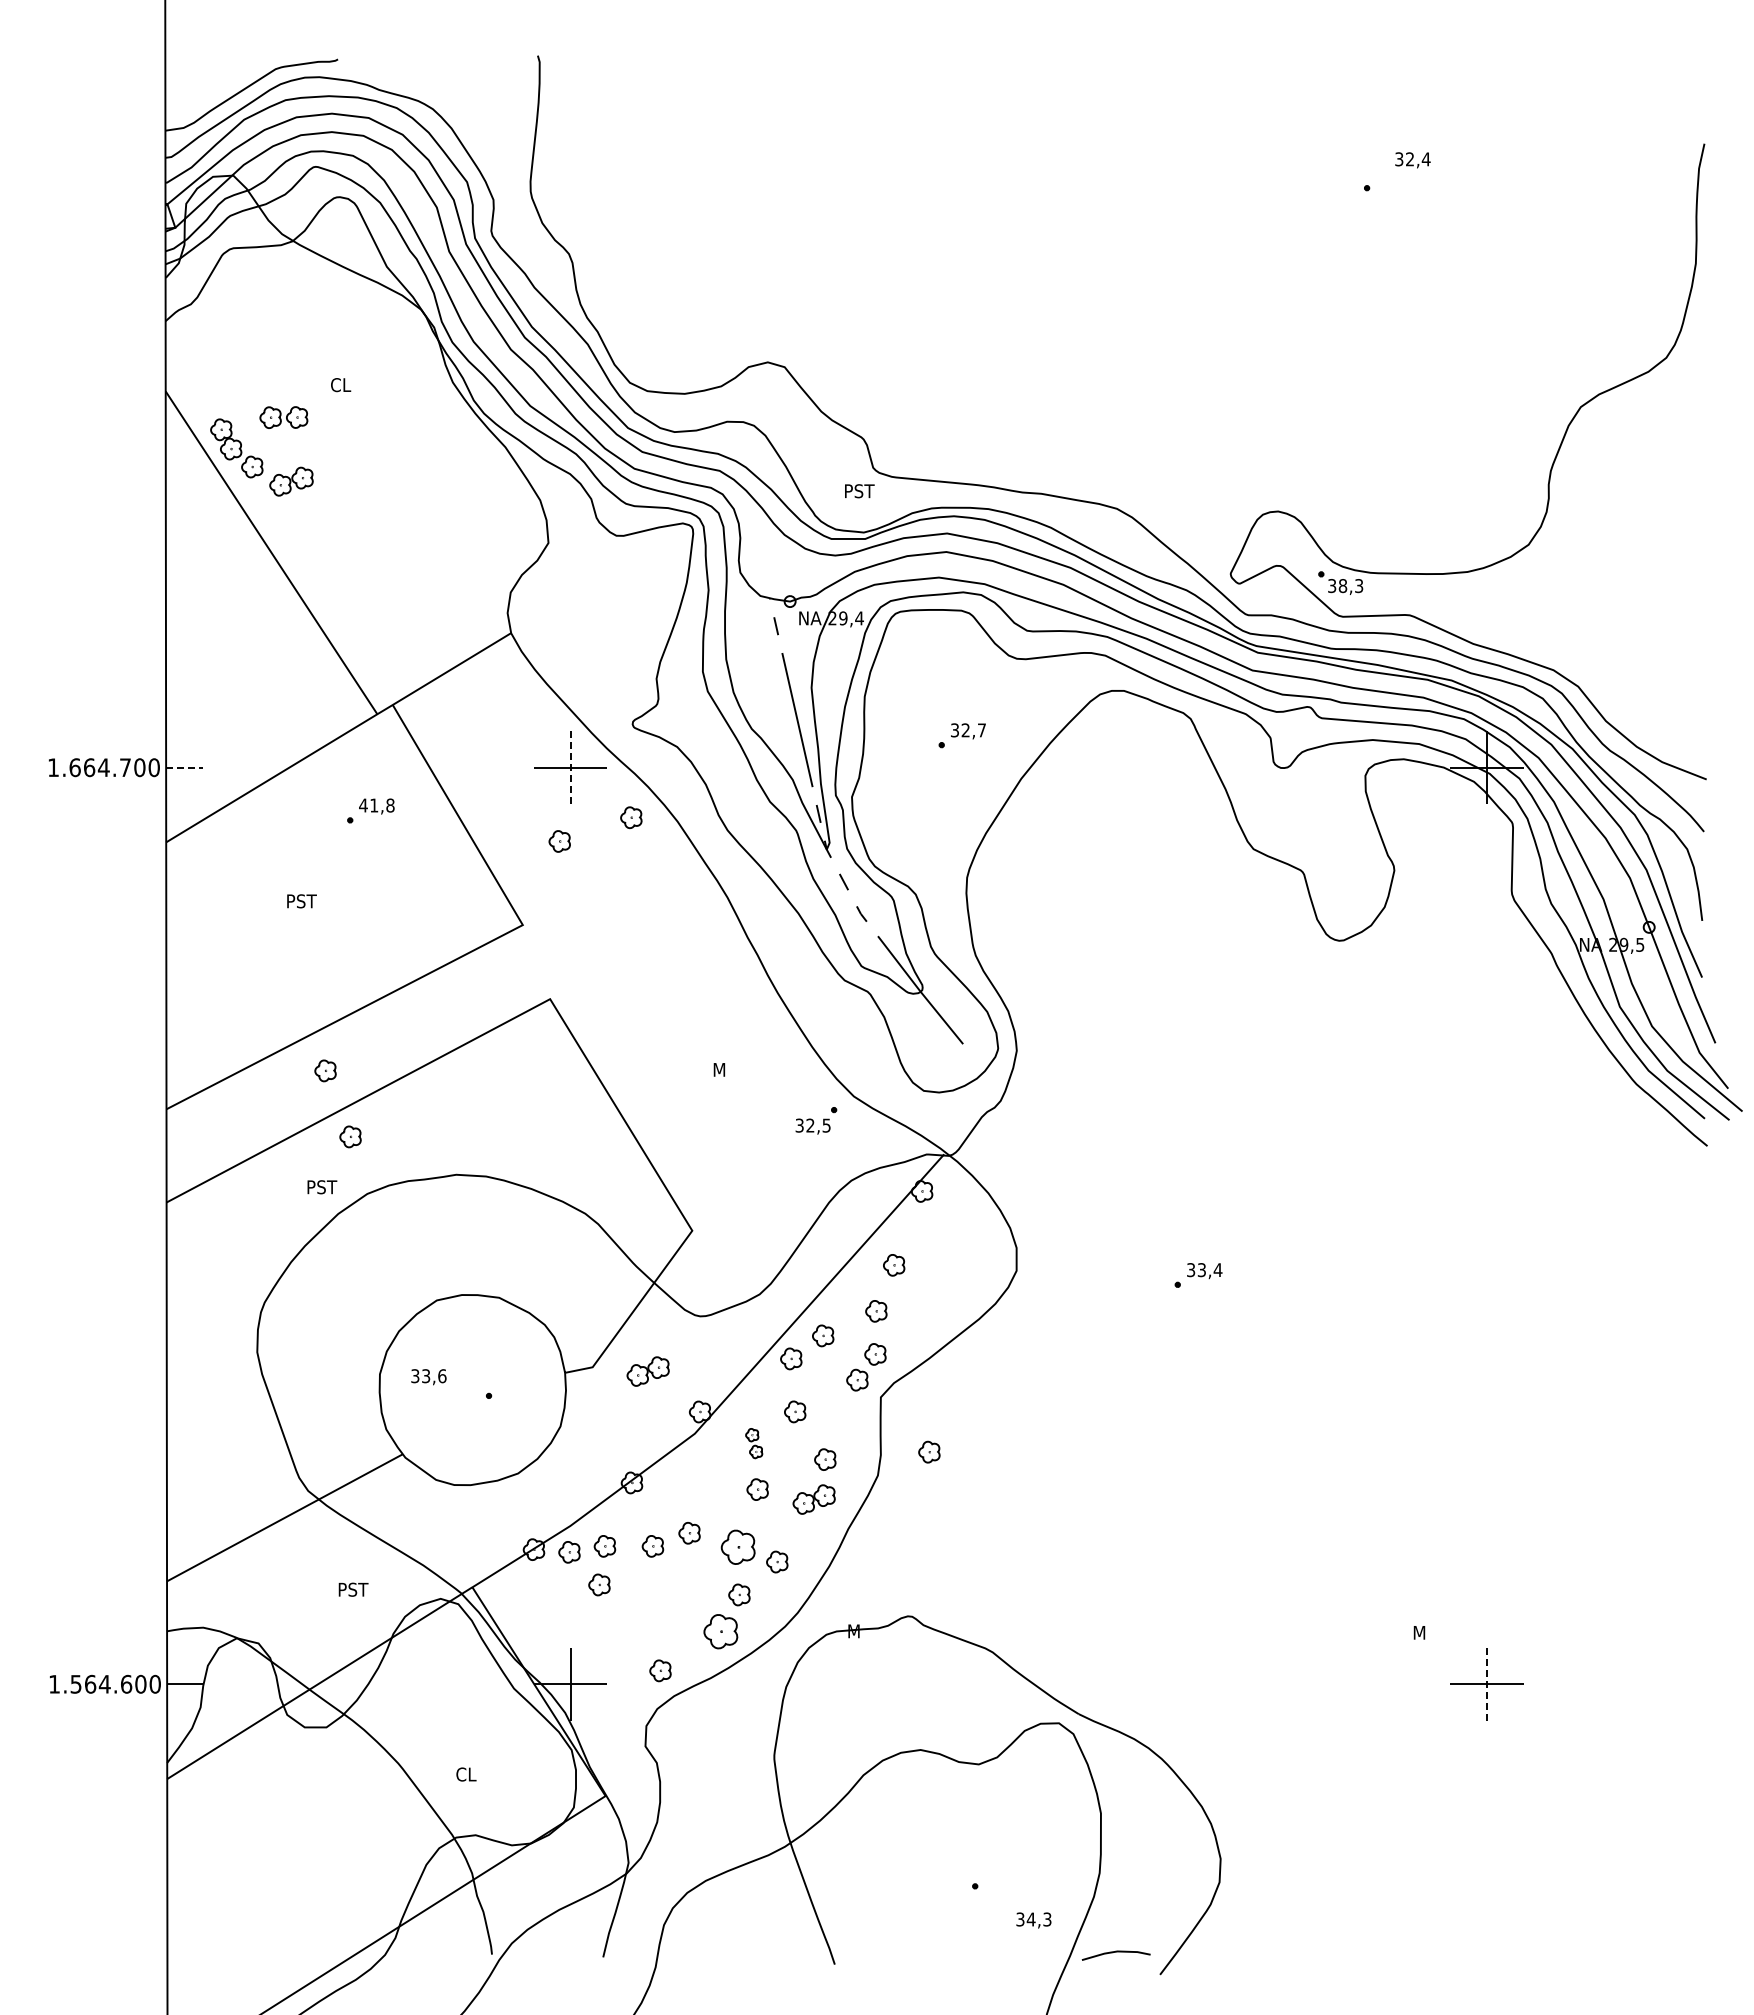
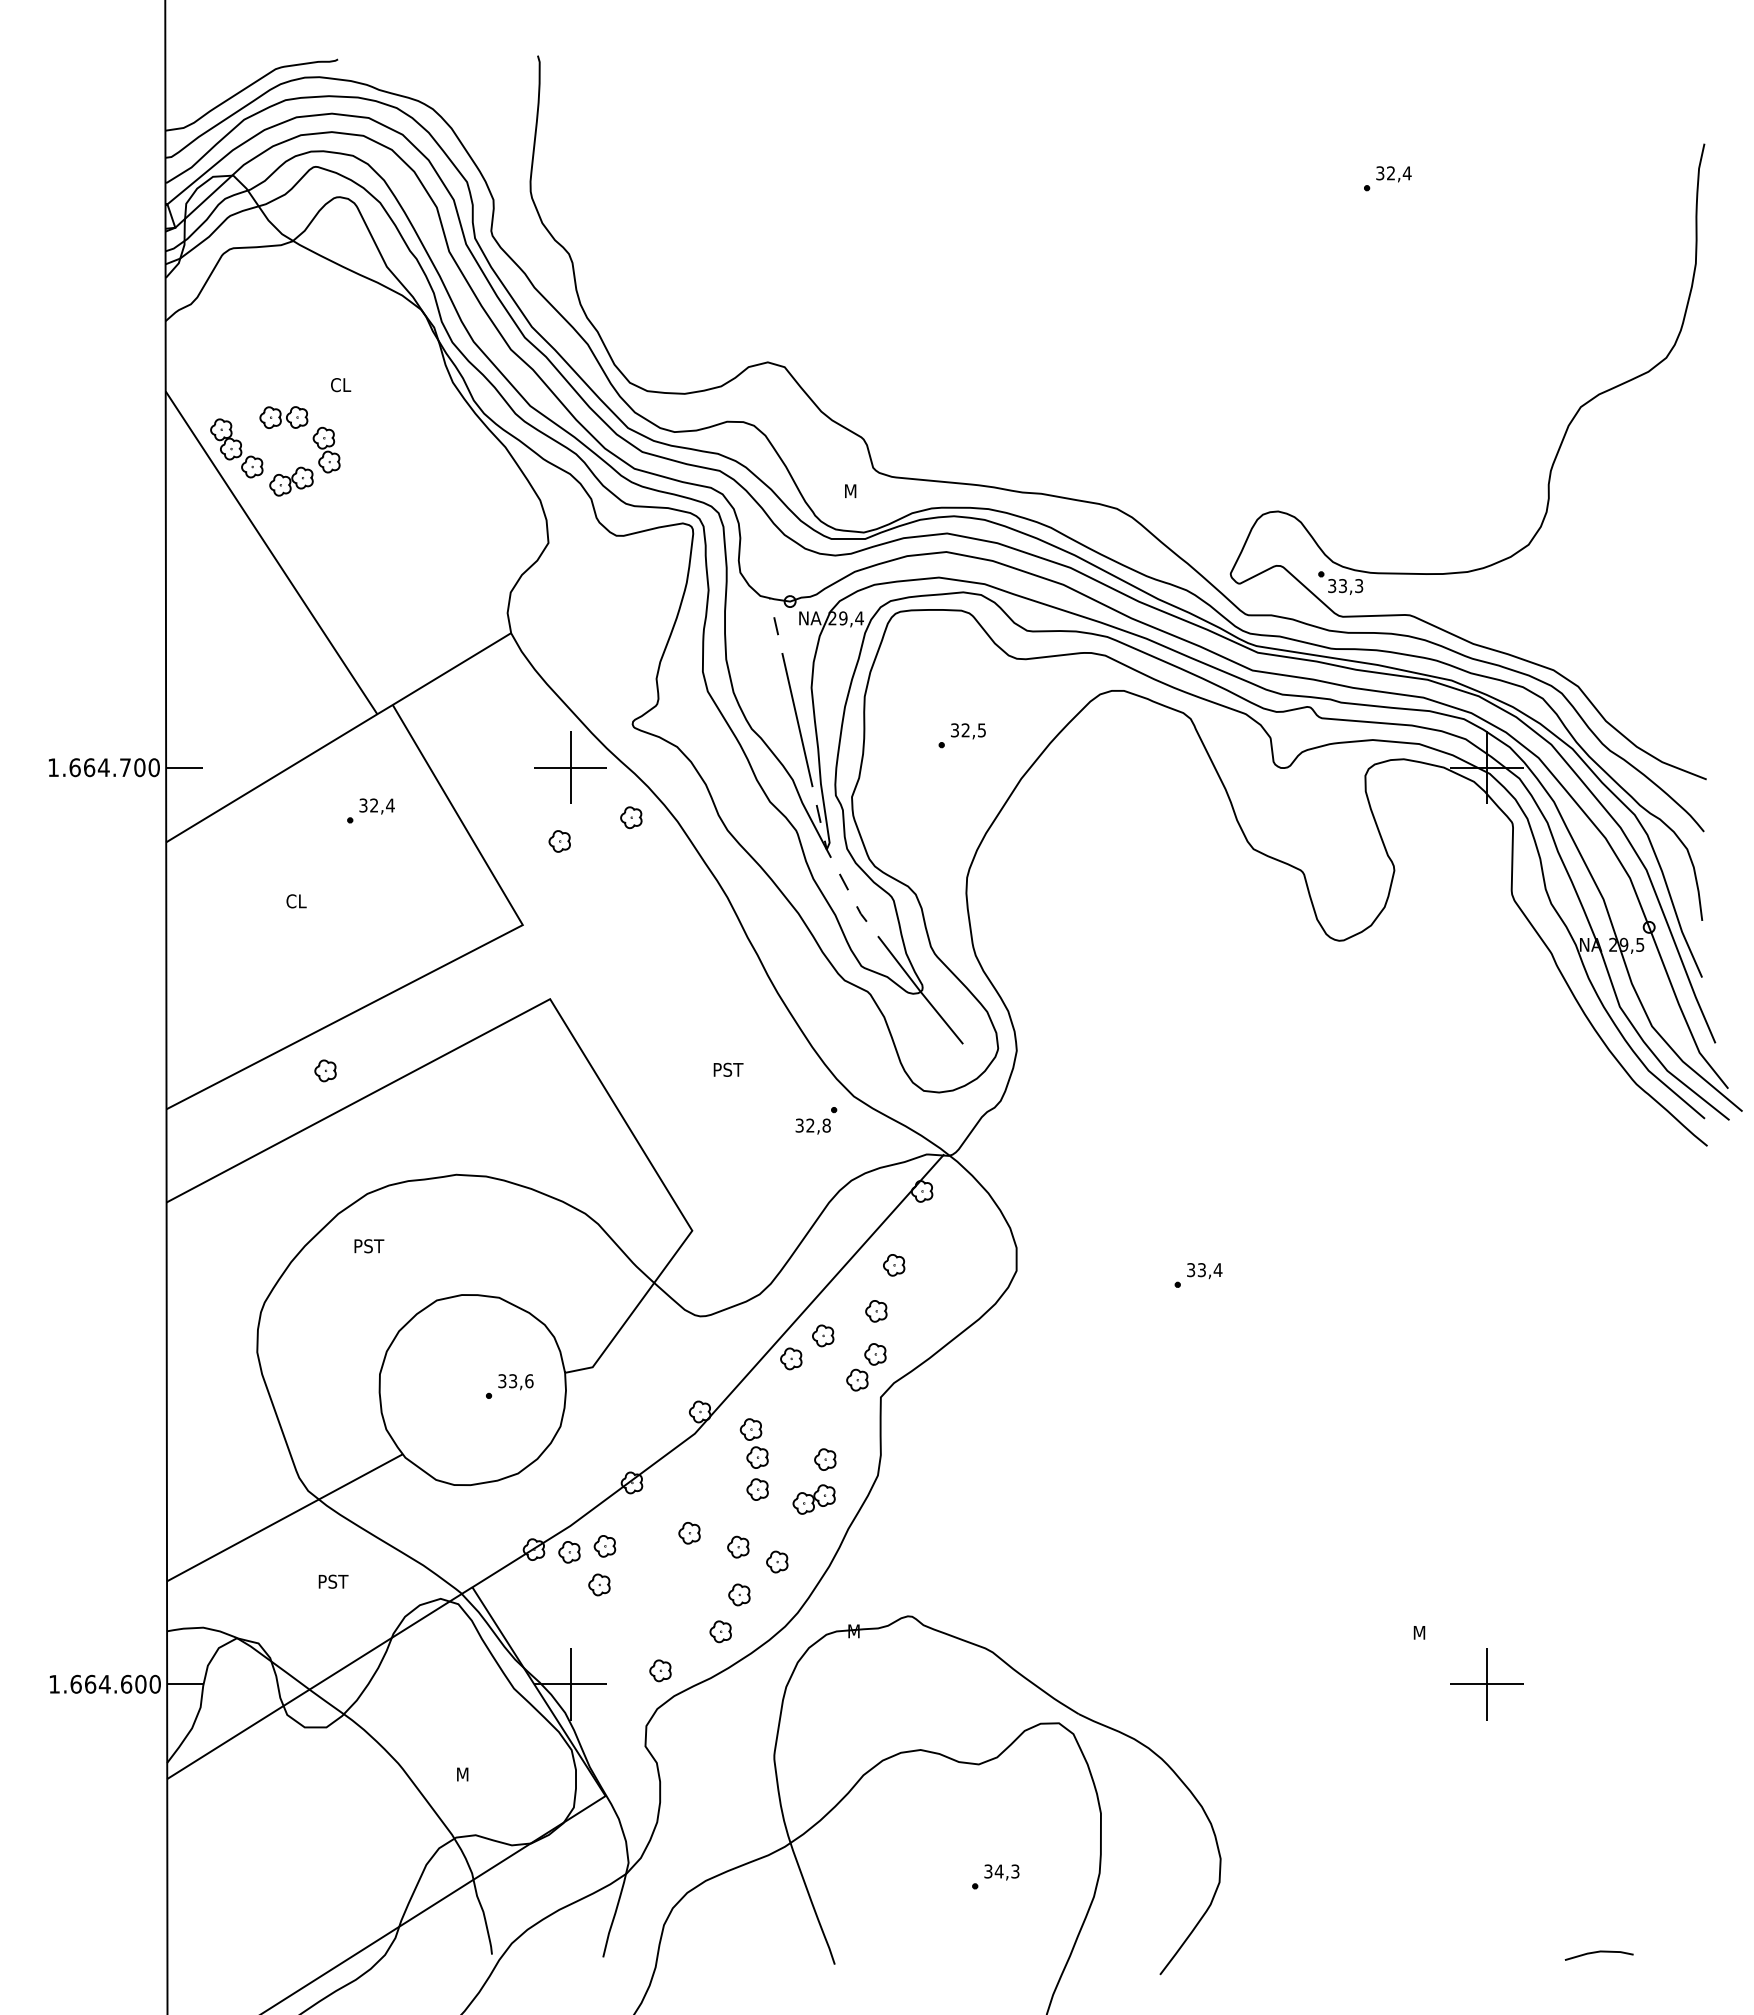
text at (1412, 160) position: (1412, 160) -> (1393, 174)
part at (326, 449): none -> present
text at (860, 491): PST -> M
text at (1342, 586): 38,3 -> 33,3
text at (981, 730): 32,7 -> 32,5
line at (184, 767): dashed -> solid
line at (570, 767): dashed -> solid
text at (376, 805): 41,8 -> 32,4
text at (301, 901): PST -> CL
text at (729, 1069): M -> PST
text at (826, 1125): 32,5 -> 32,8
part at (350, 1136): present -> none
text at (322, 1187) position: (322, 1187) -> (369, 1246)
part at (647, 1371): present -> none
text at (428, 1377) position: (428, 1377) -> (515, 1382)
part at (795, 1411): present -> none
part at (754, 1443) size: 19x32 px -> 30x51 px
part at (929, 1451): present -> none
part at (652, 1546): present -> none
part at (737, 1546) size: 36x36 px -> 23x24 px
text at (353, 1589) position: (353, 1589) -> (333, 1581)
part at (720, 1631) size: 36x36 px -> 23x24 px
text at (75, 1683): 1.564.600 -> 1.664.600
line at (1487, 1684): dashed -> solid
text at (466, 1774): CL -> M
text at (1033, 1920) position: (1033, 1920) -> (1001, 1872)
line at (1115, 1952) position: (1115, 1952) -> (1598, 1952)
